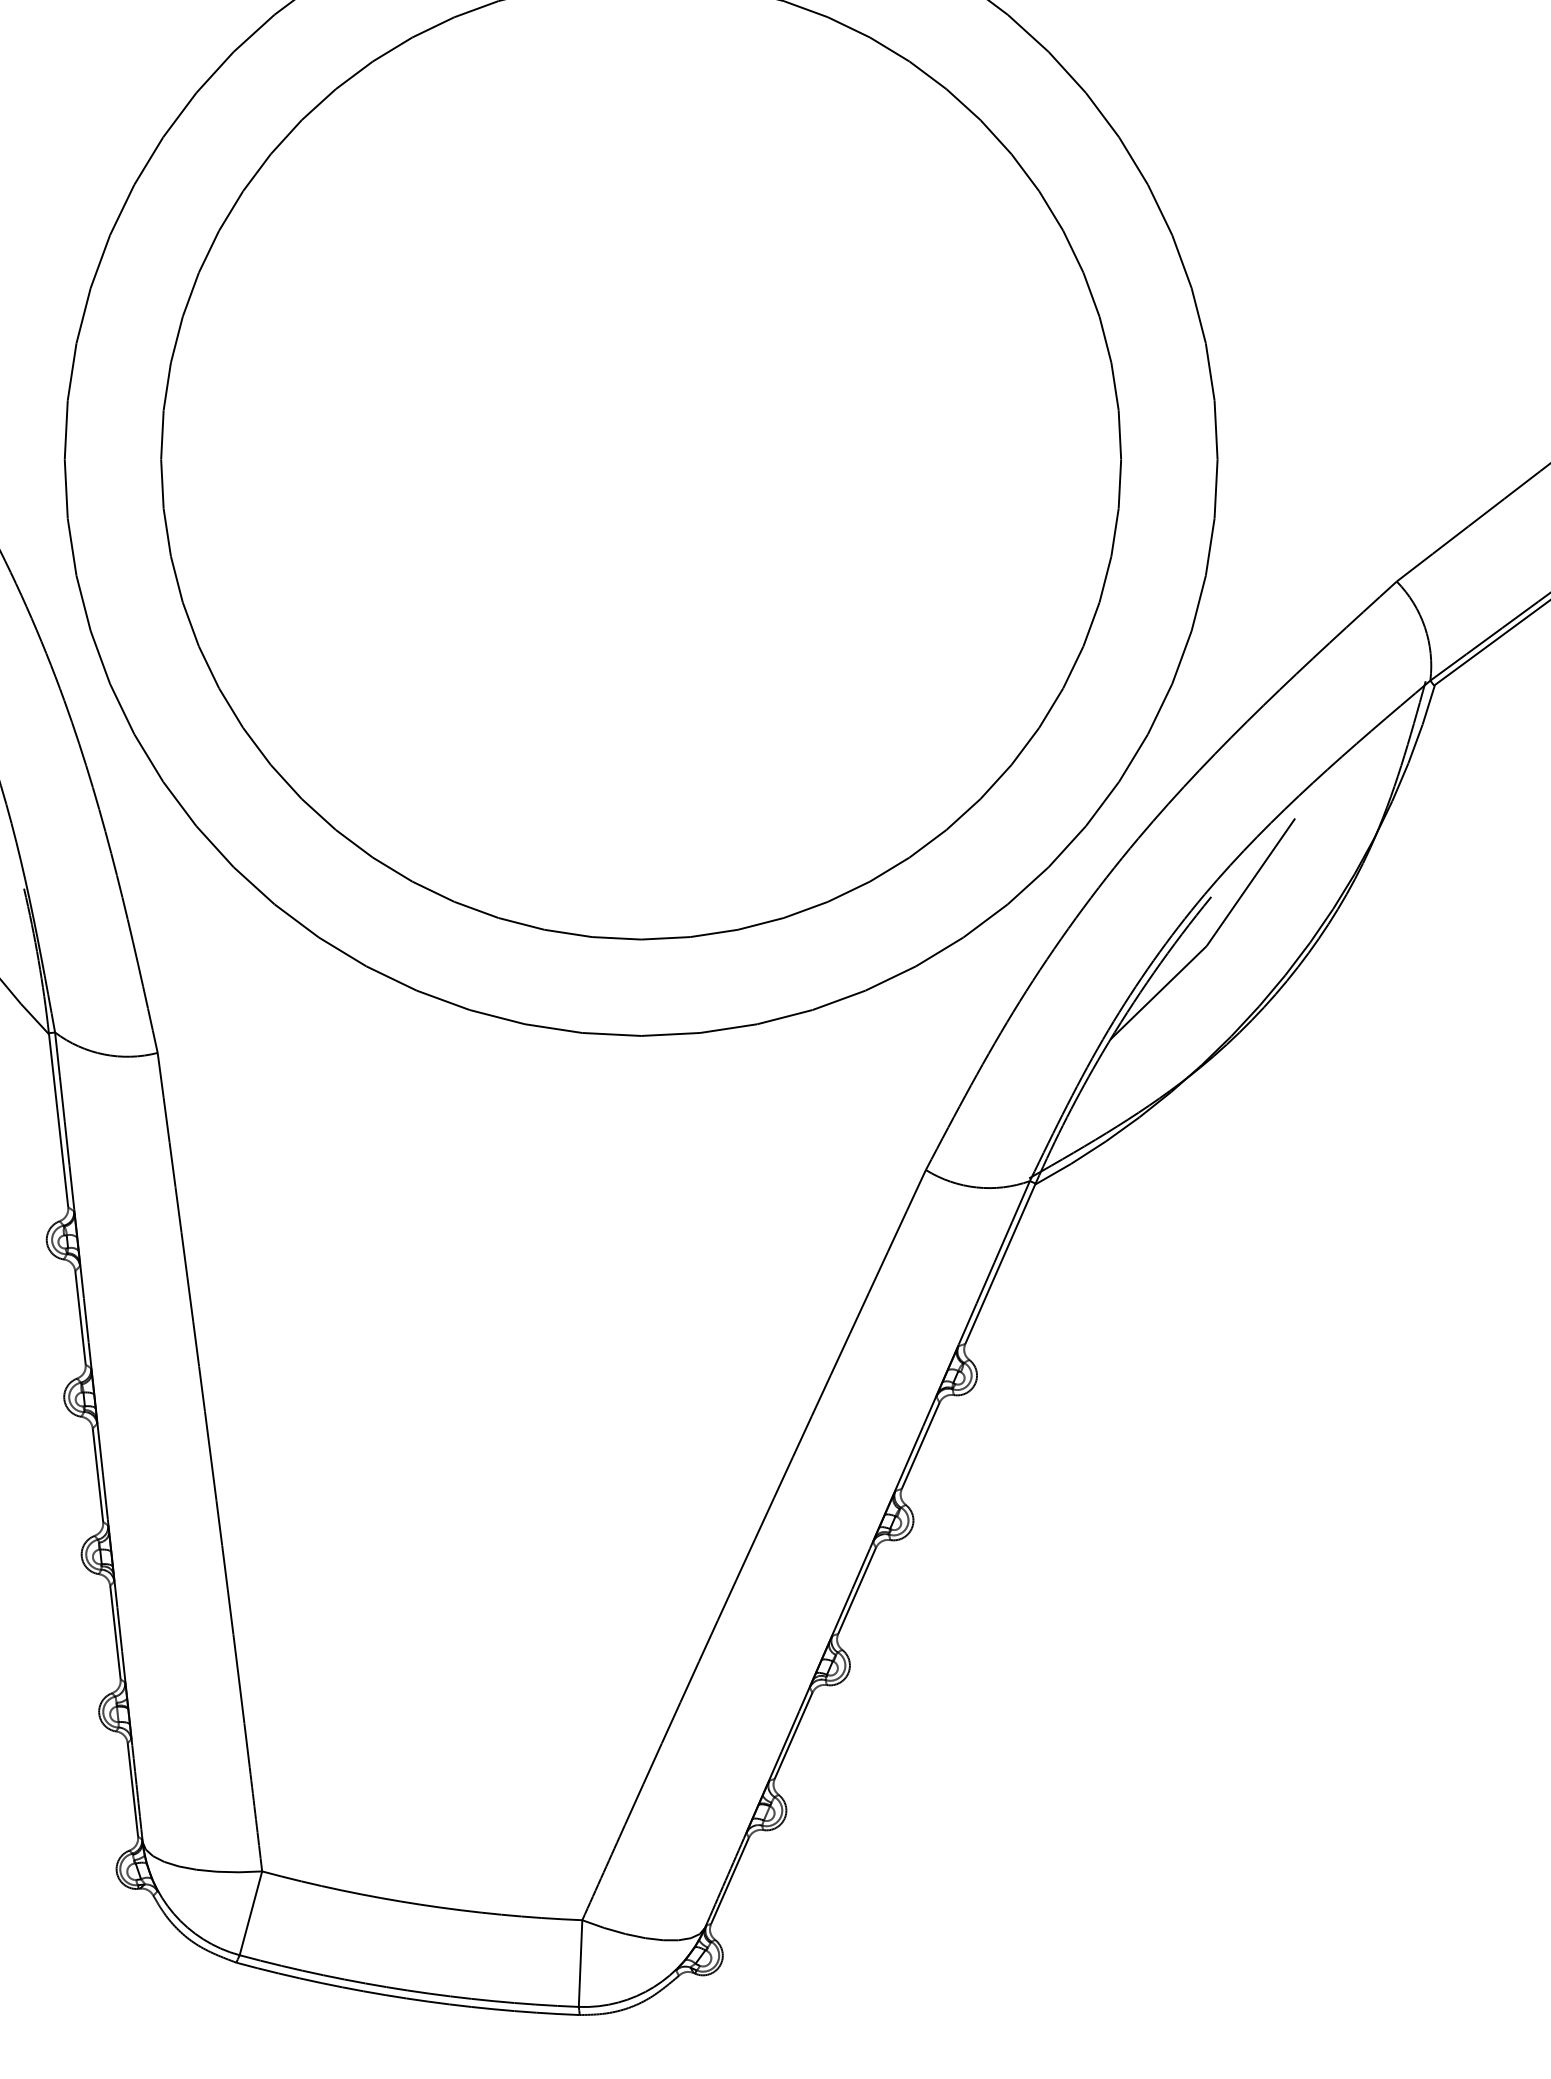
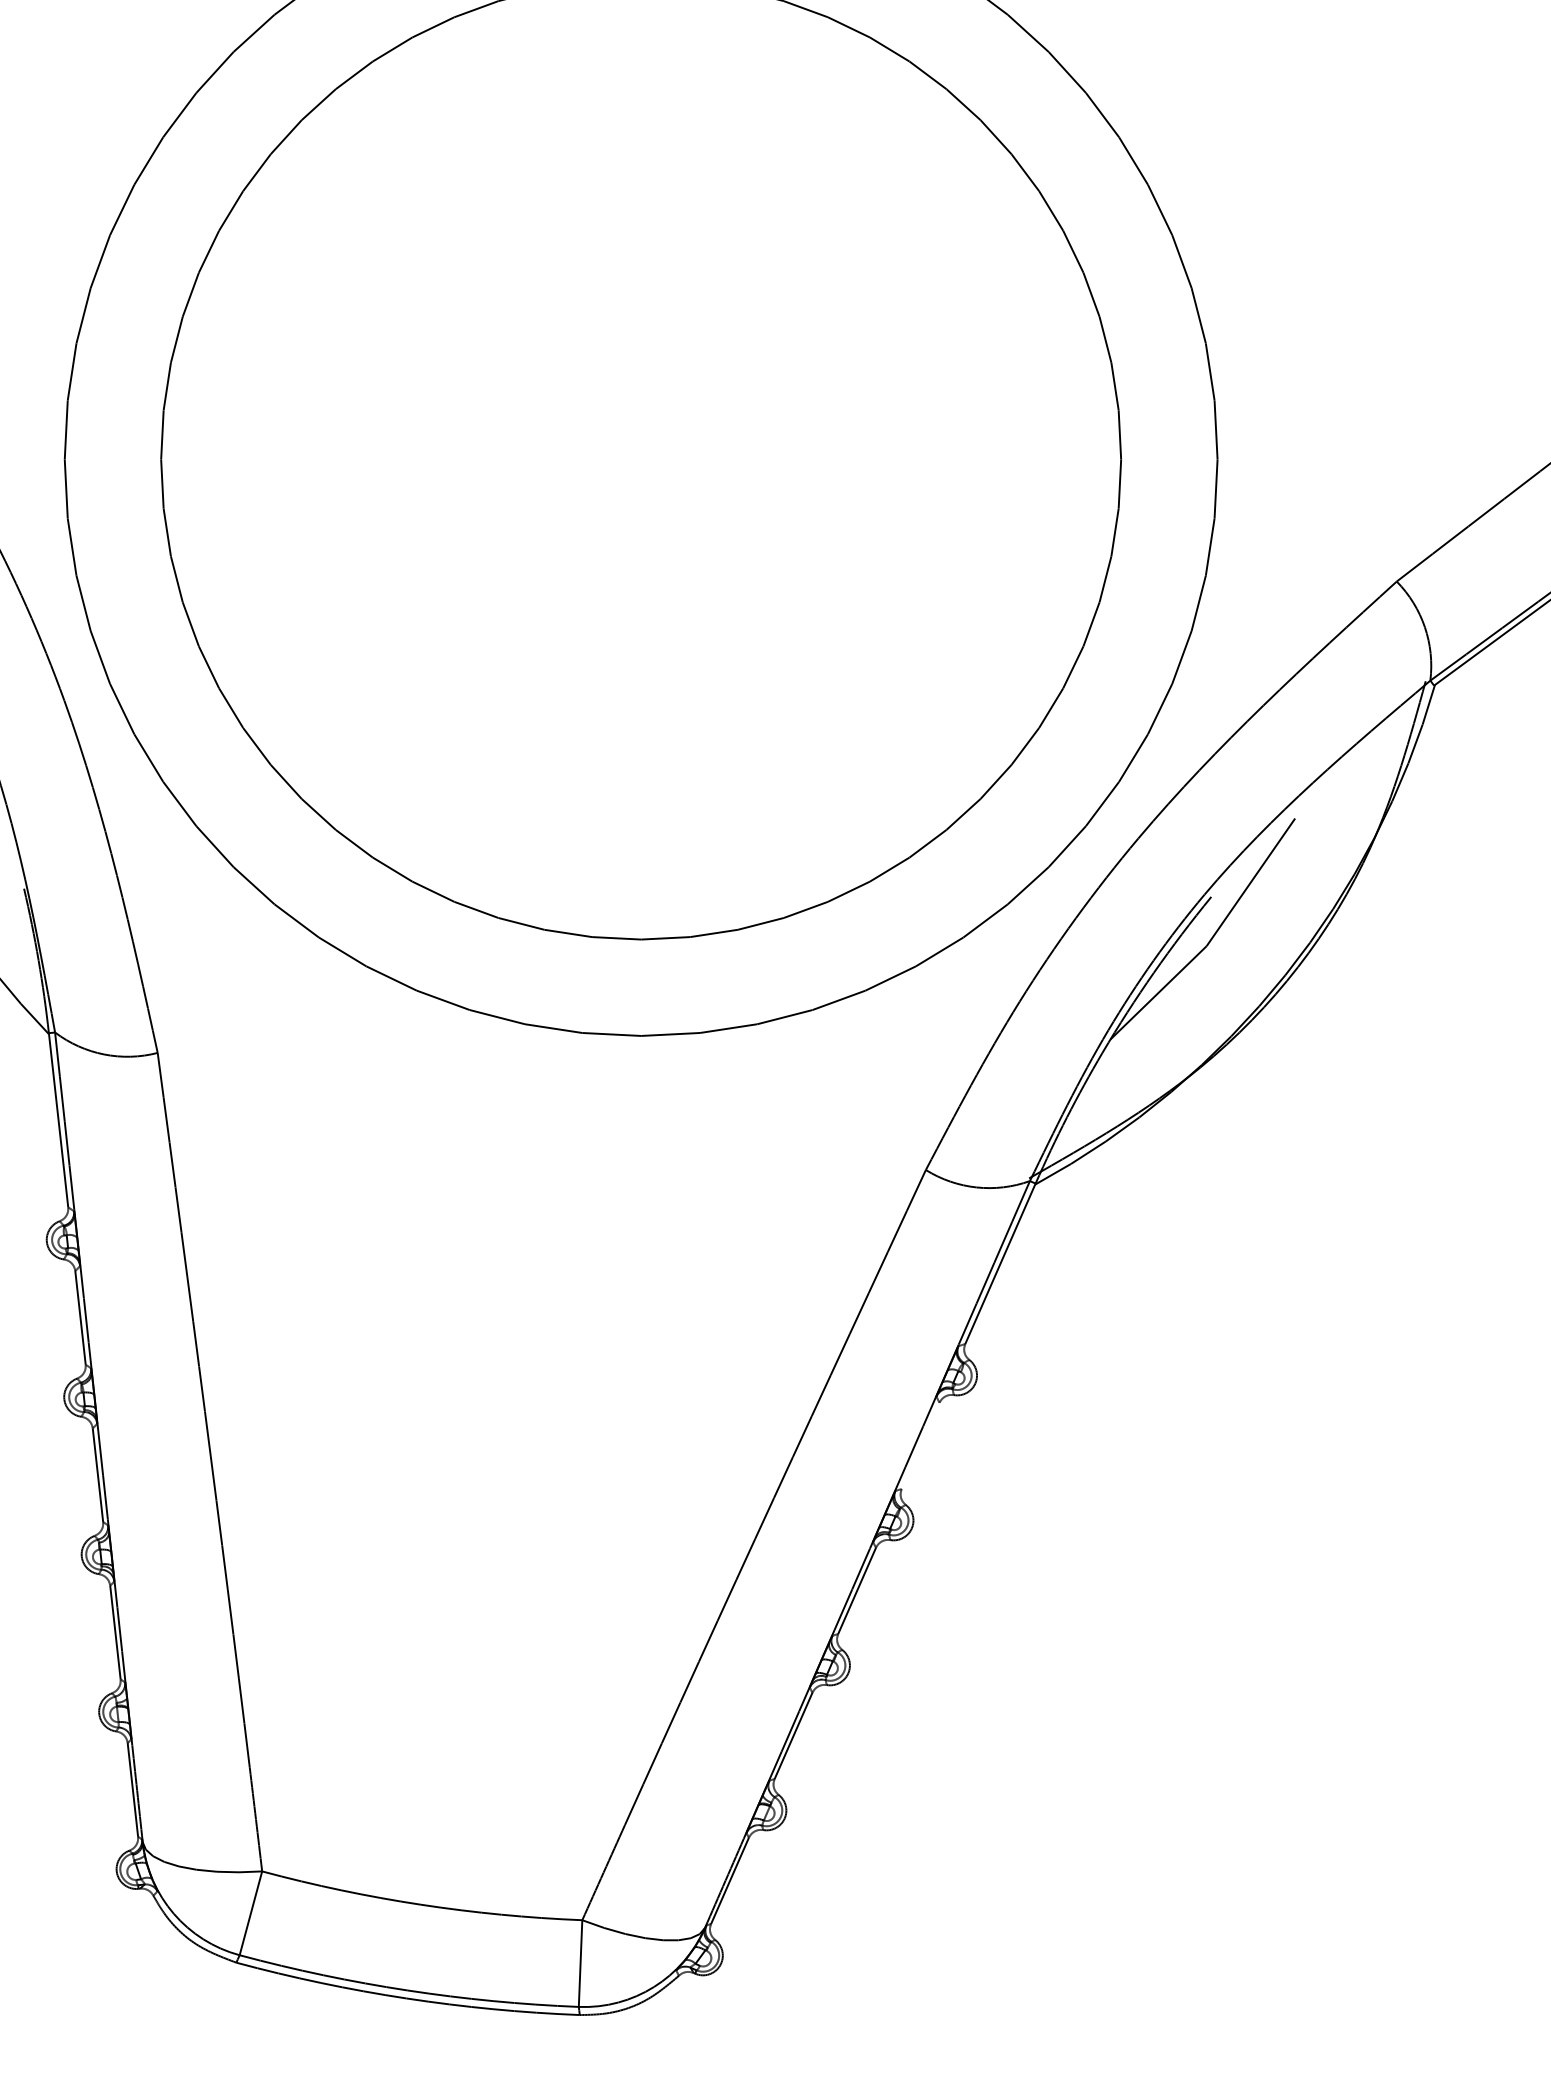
line at (920, 1445): present -> none
